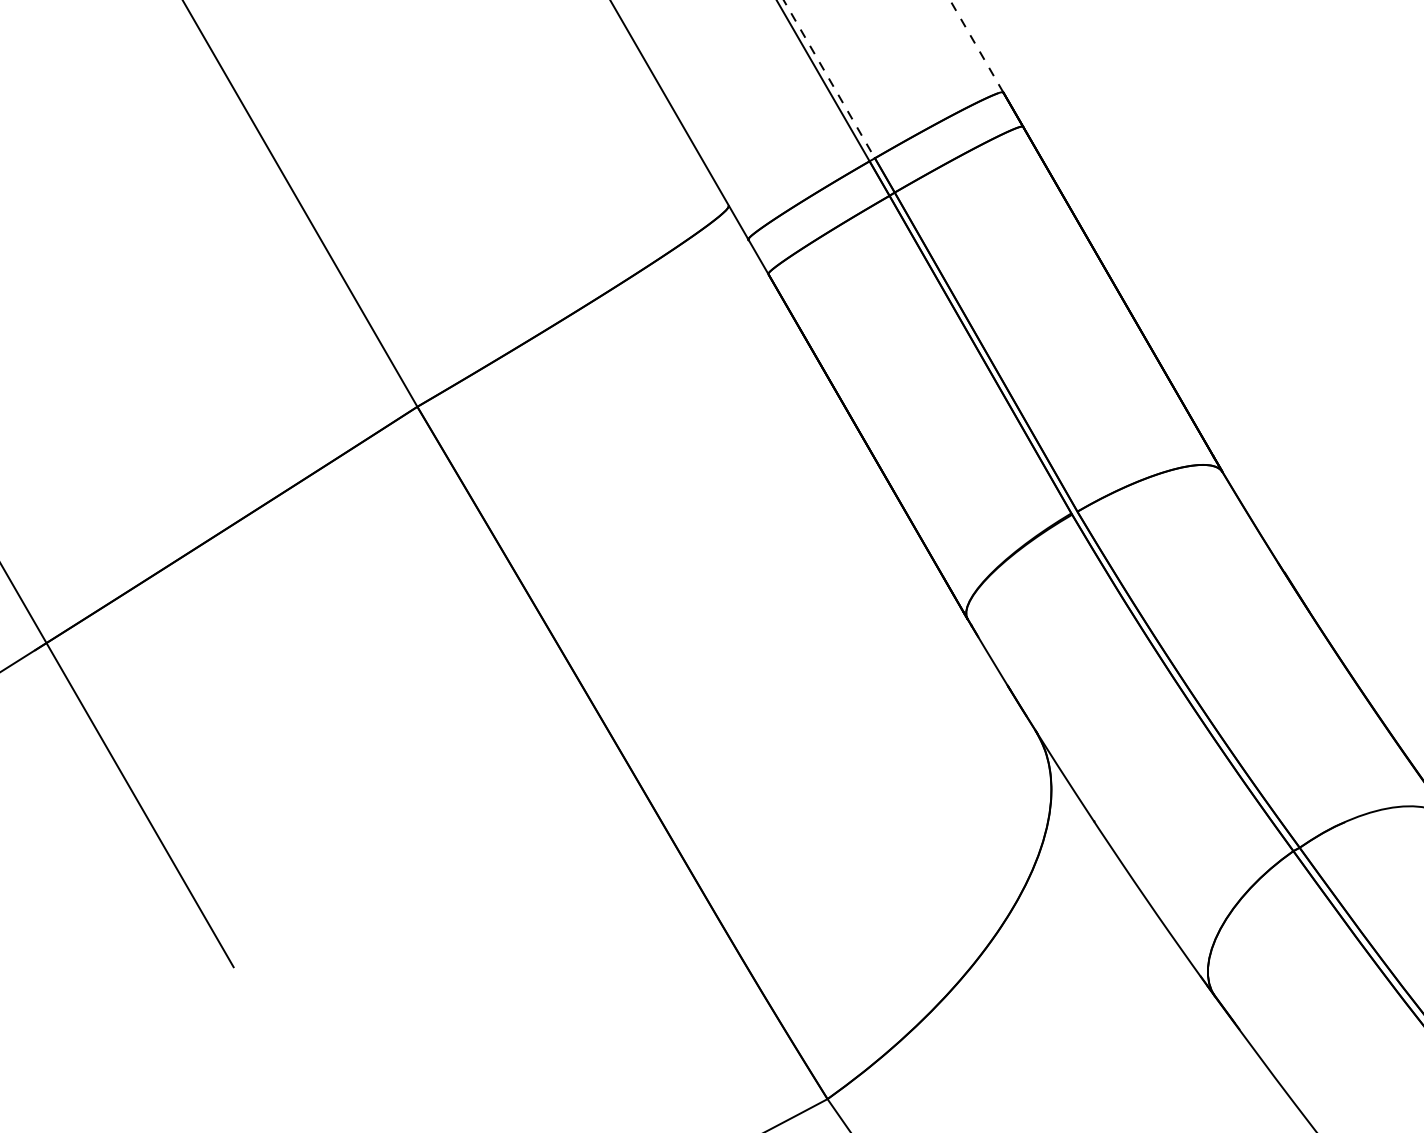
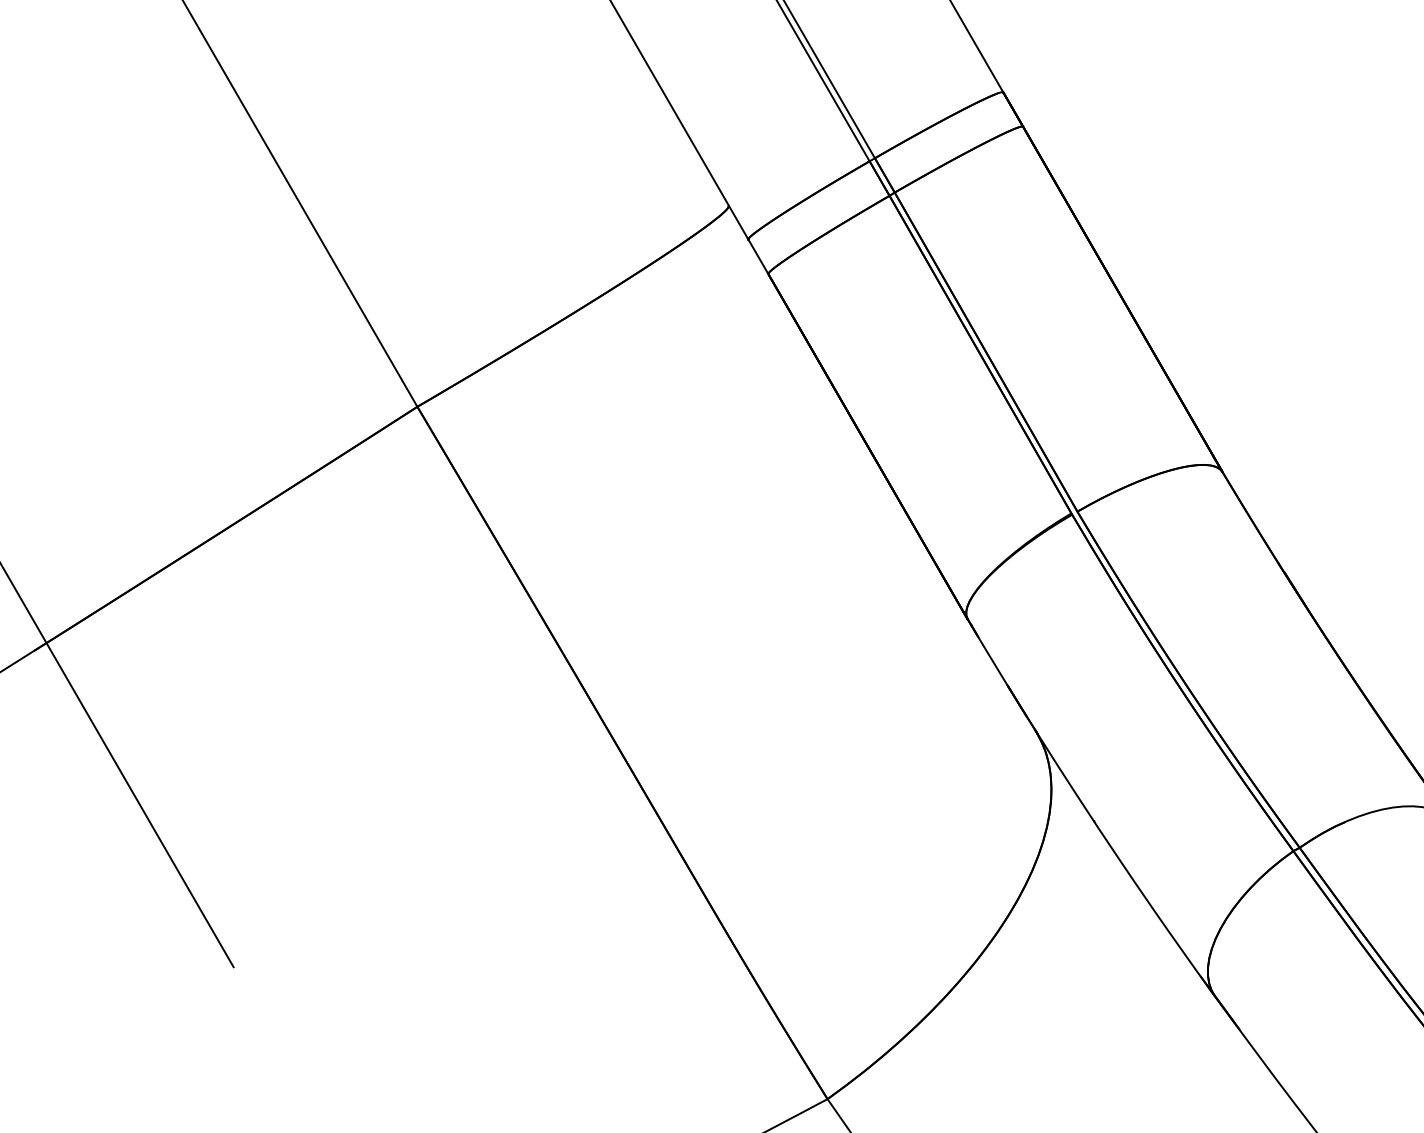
line at (976, 46): dashed -> solid
line at (829, 79): dashed -> solid
